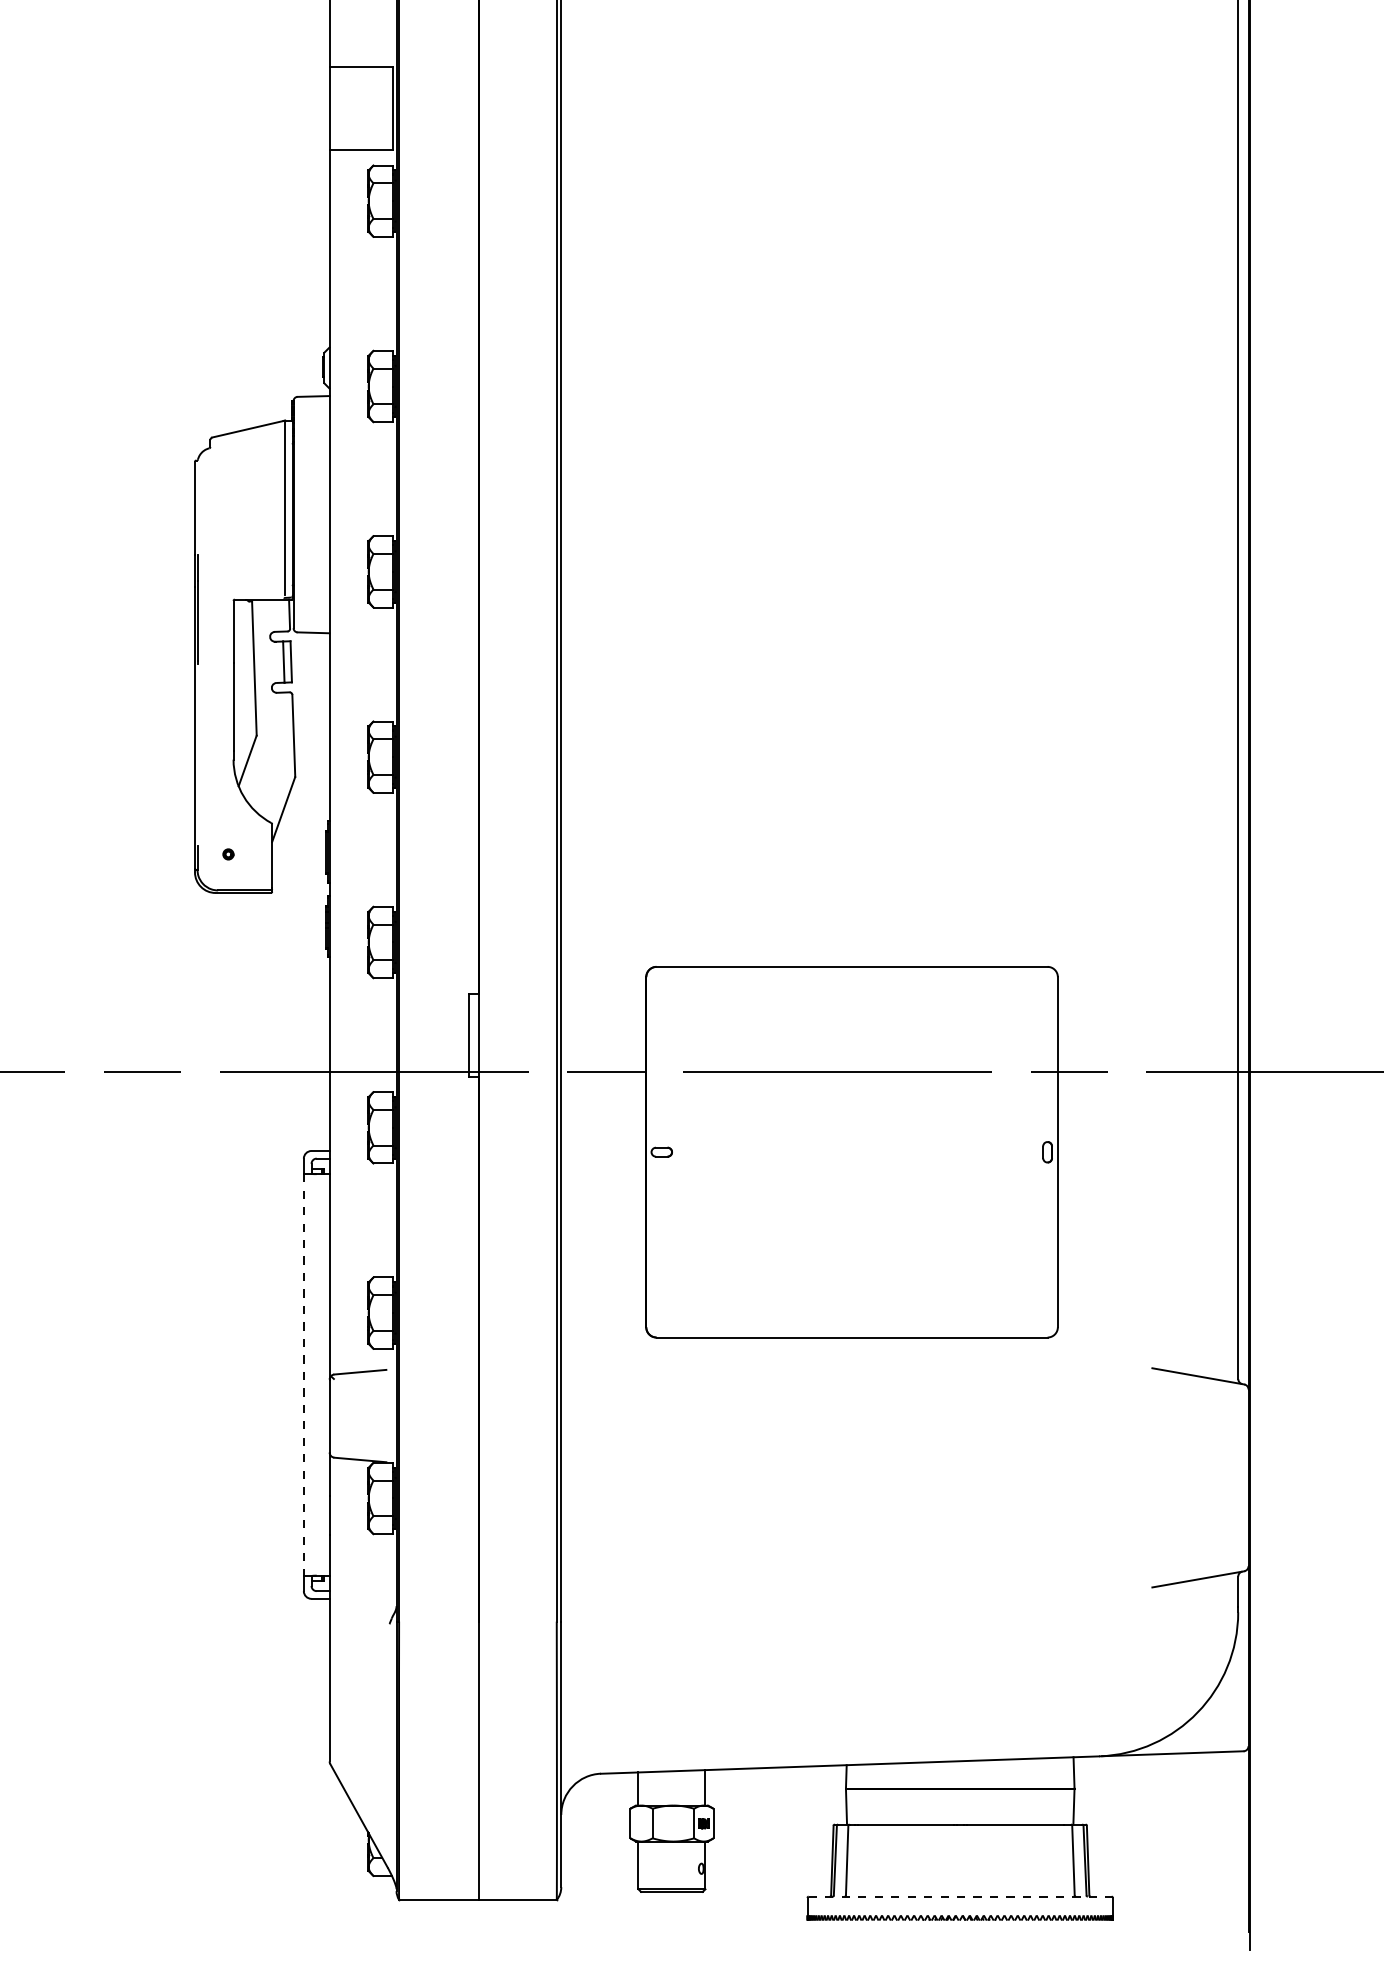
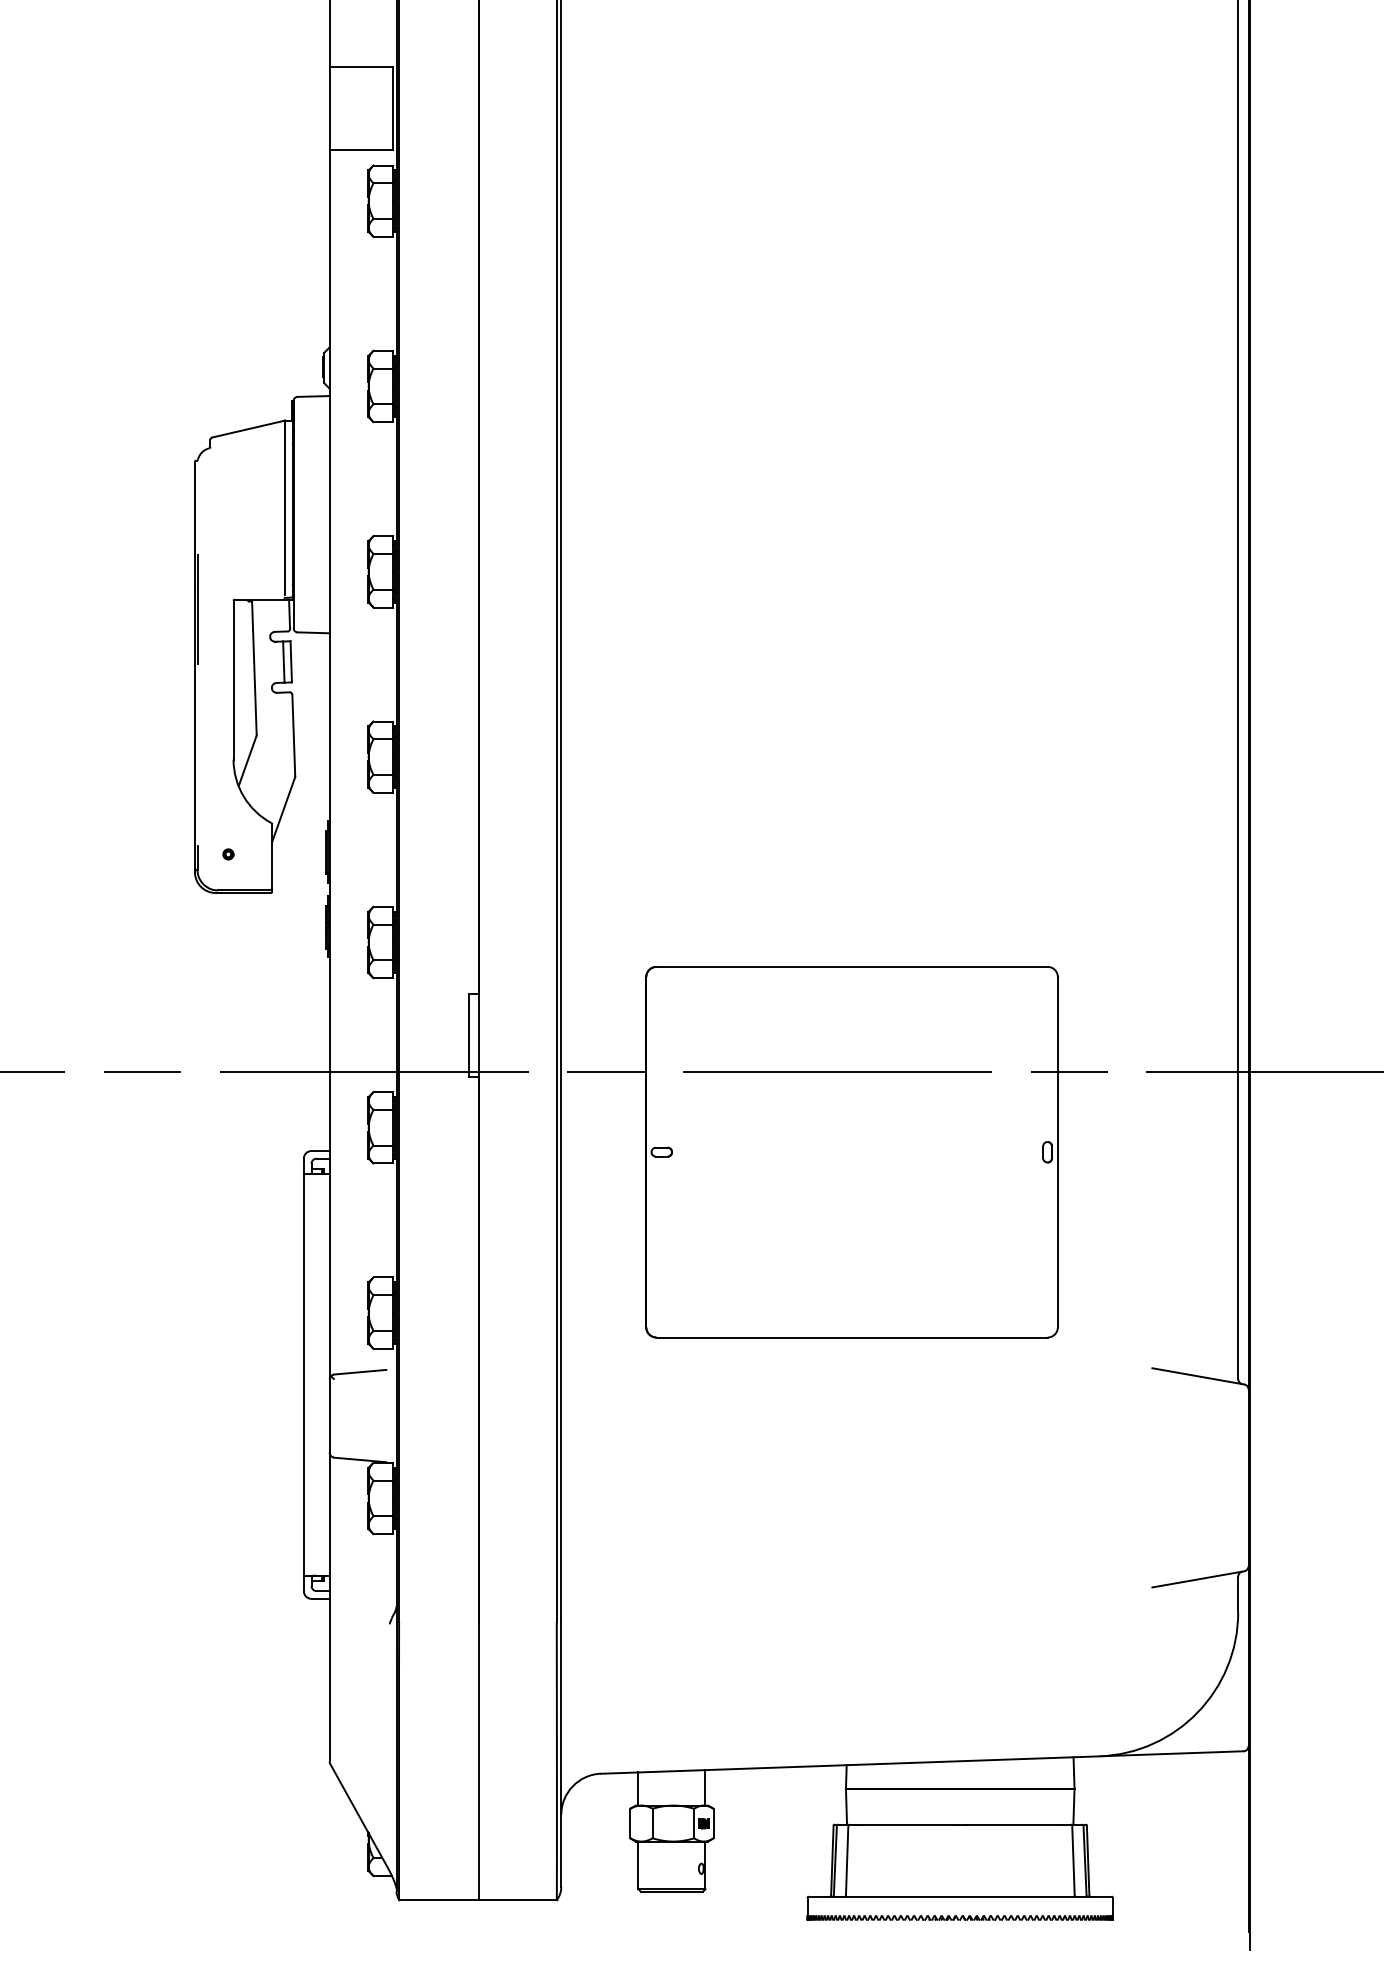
line at (303, 1374): dashed -> solid
line at (960, 1896): dashed -> solid
